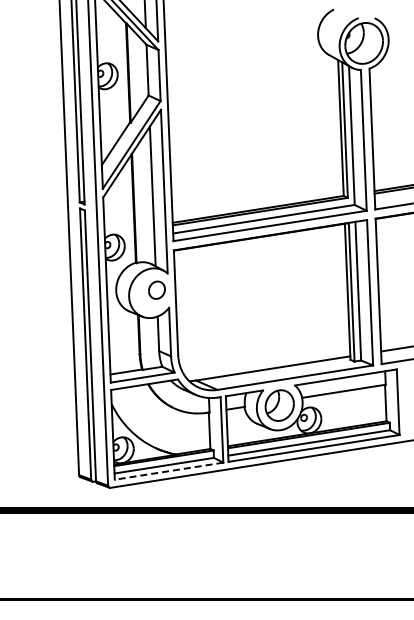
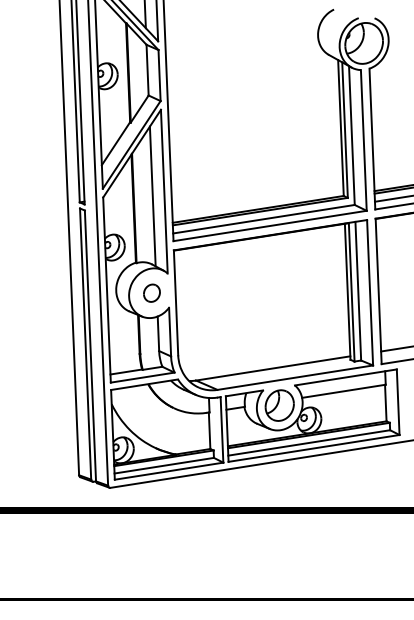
line at (392, 198): none -> present
part at (156, 289) position: (156, 289) -> (151, 292)
line at (169, 471): dashed -> solid
